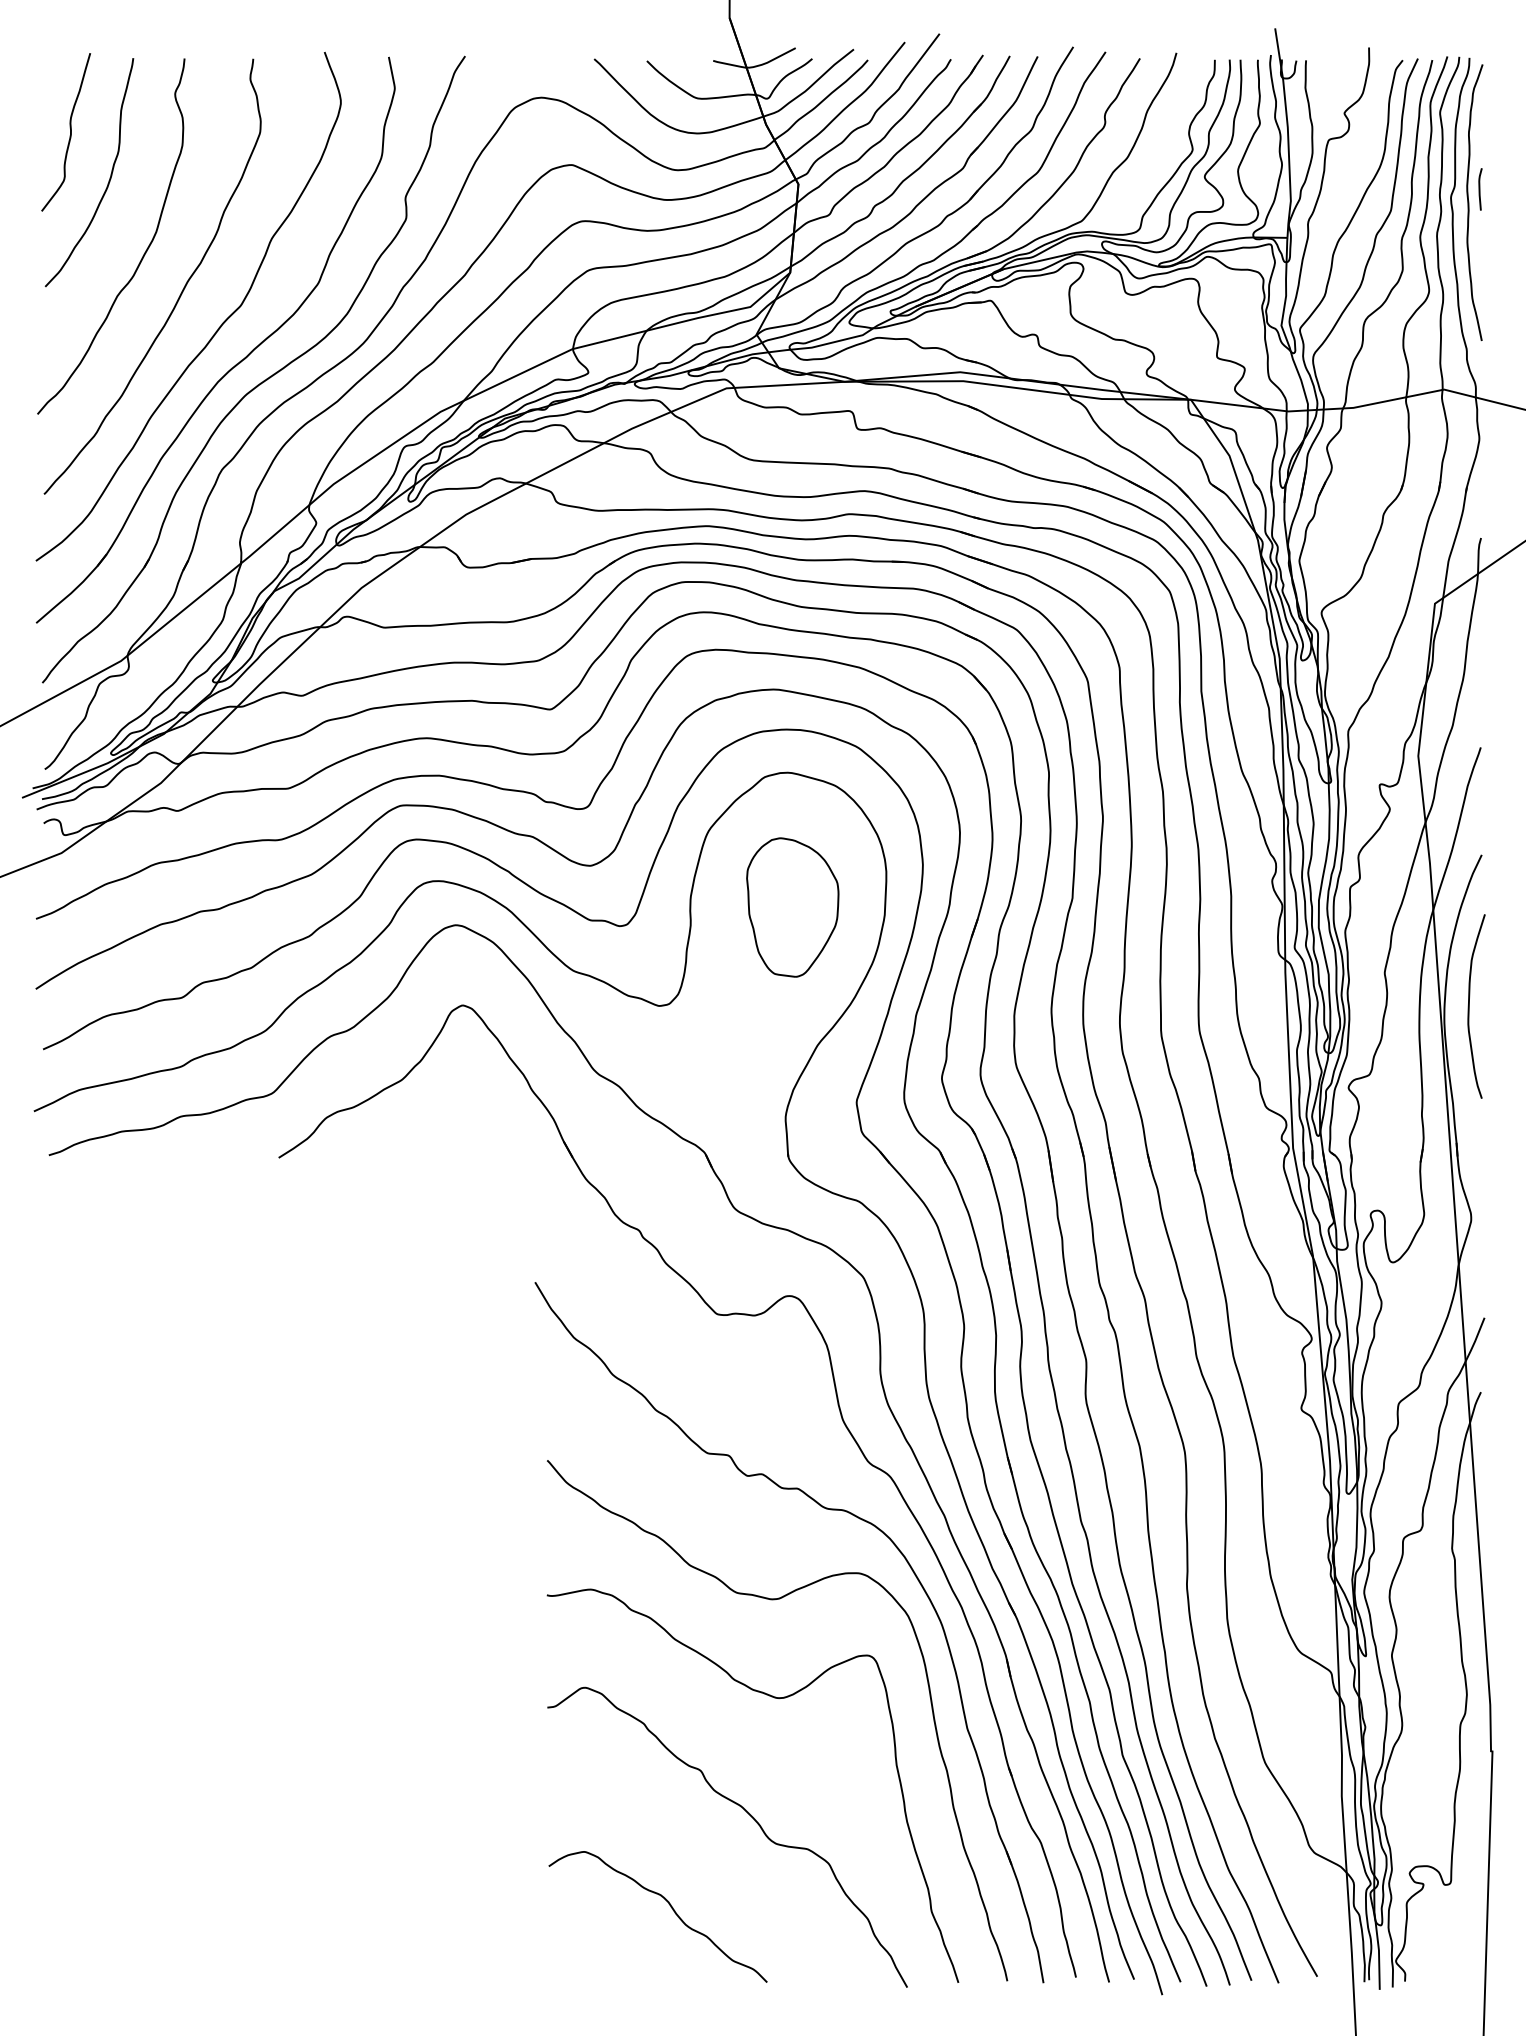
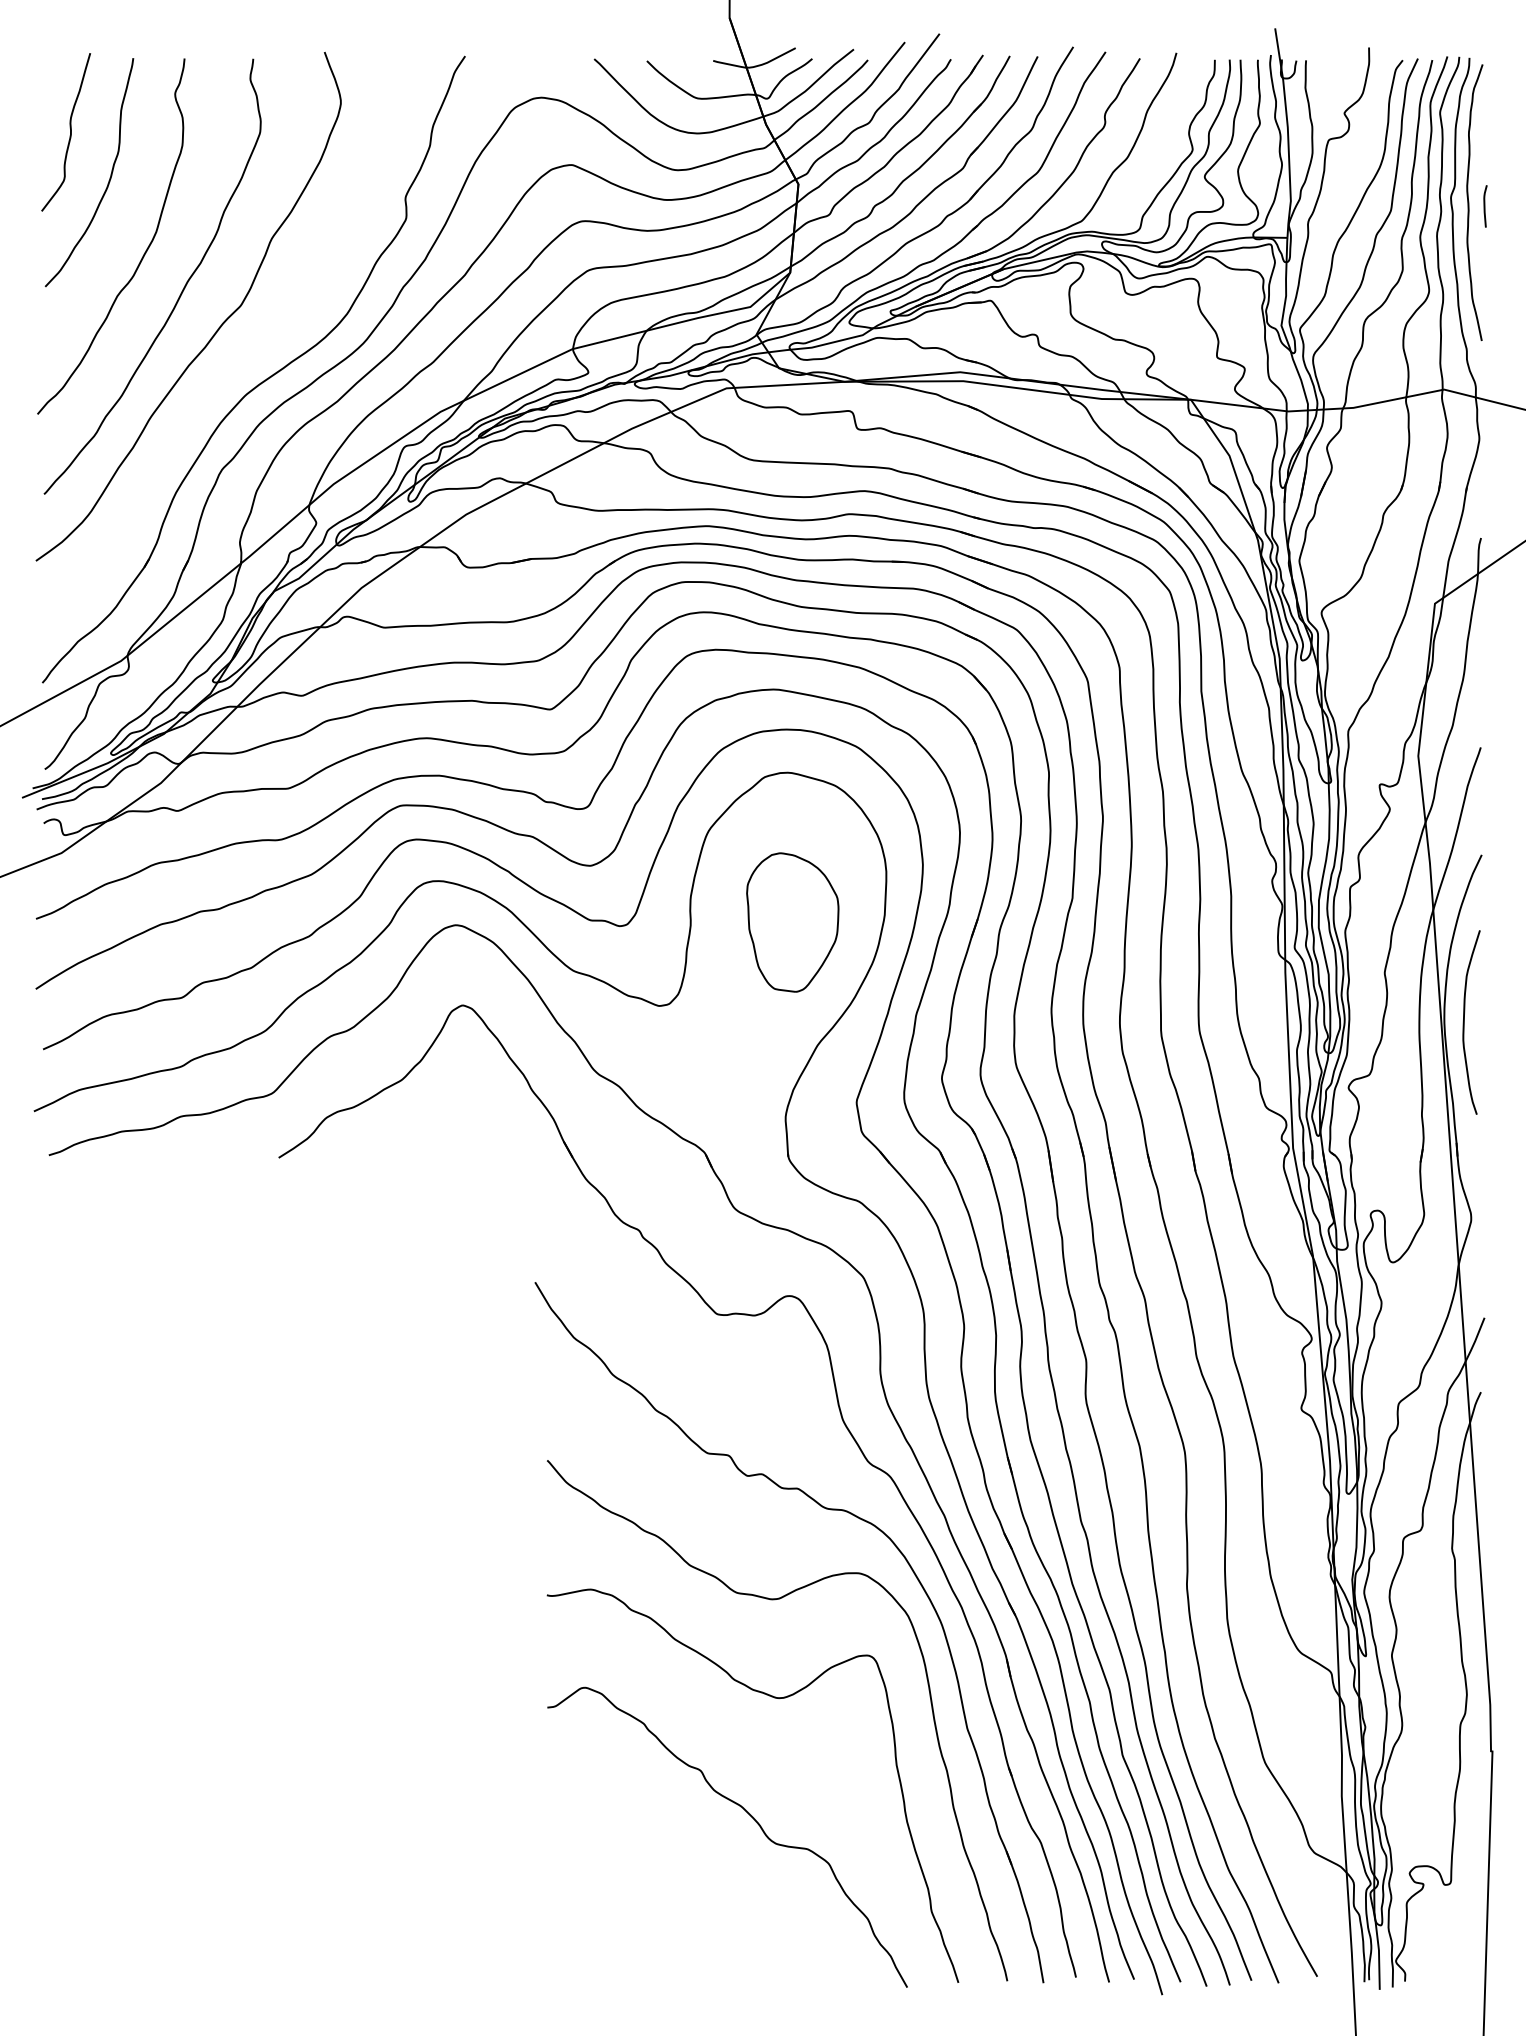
curve at (1480, 189) position: (1480, 189) -> (1485, 206)
part at (236, 363): present -> none
part at (792, 907) position: (792, 907) -> (792, 922)
curve at (1469, 1006) position: (1469, 1006) -> (1464, 1022)
curve at (670, 1907): present -> none
